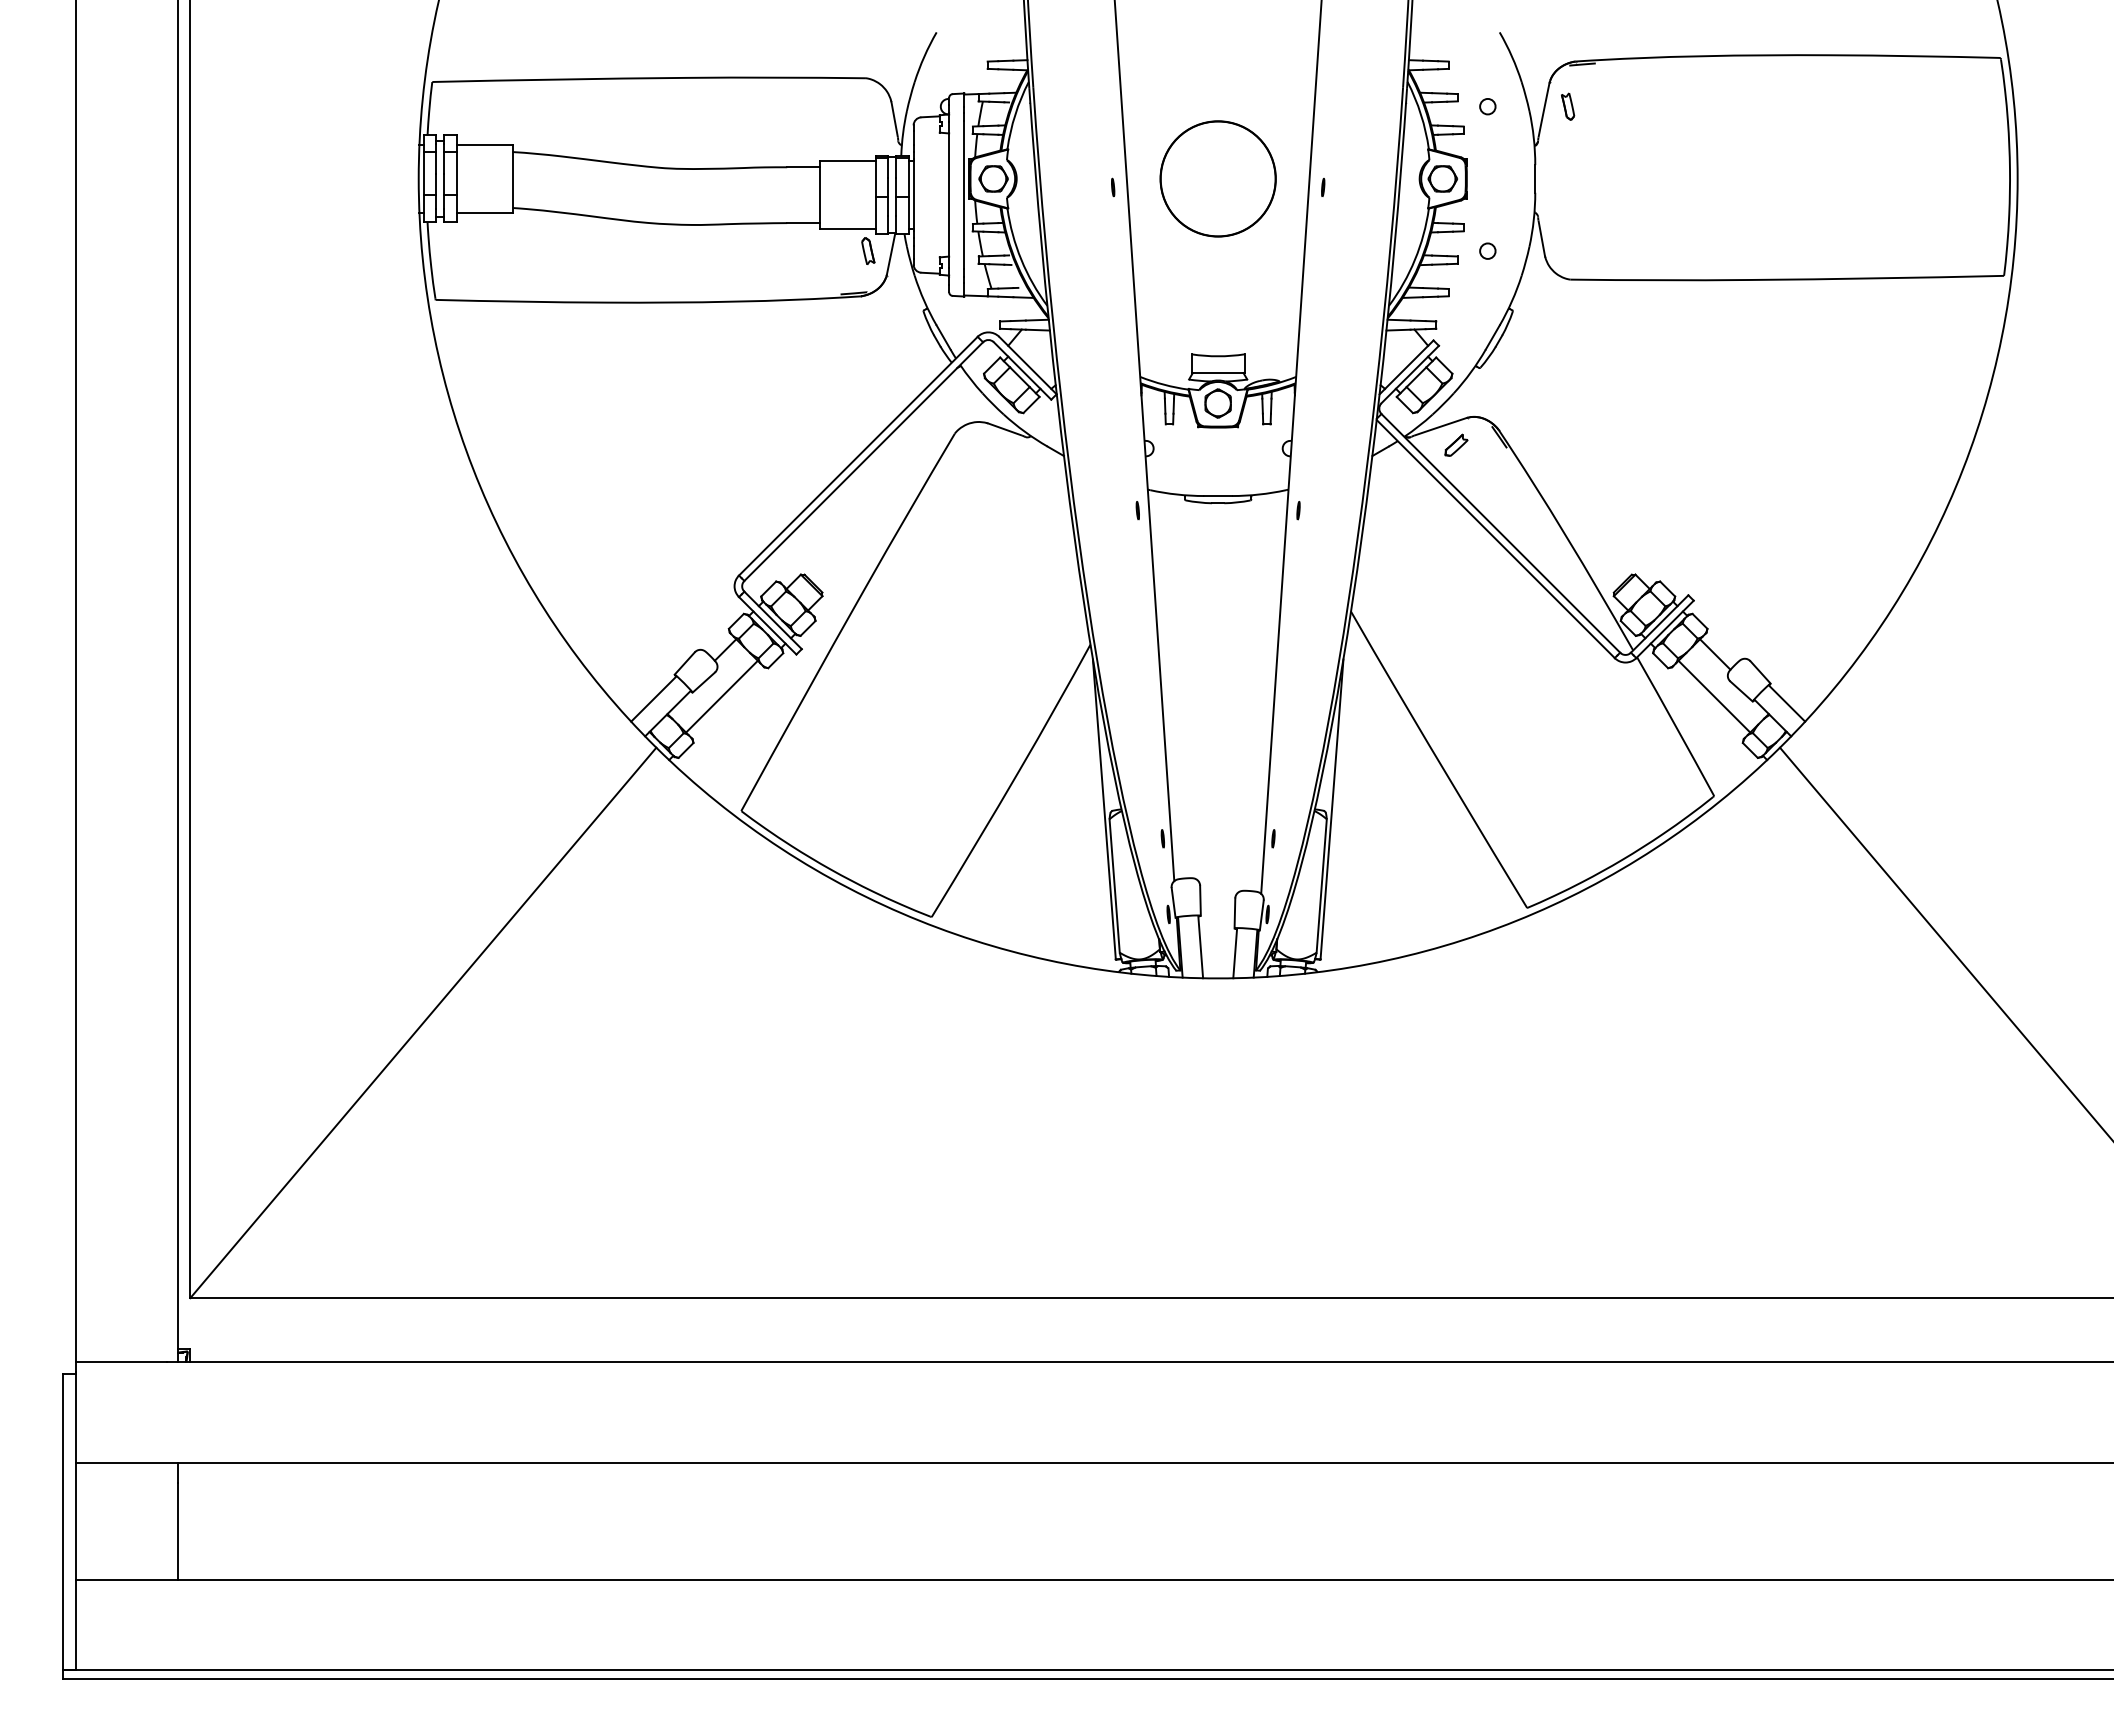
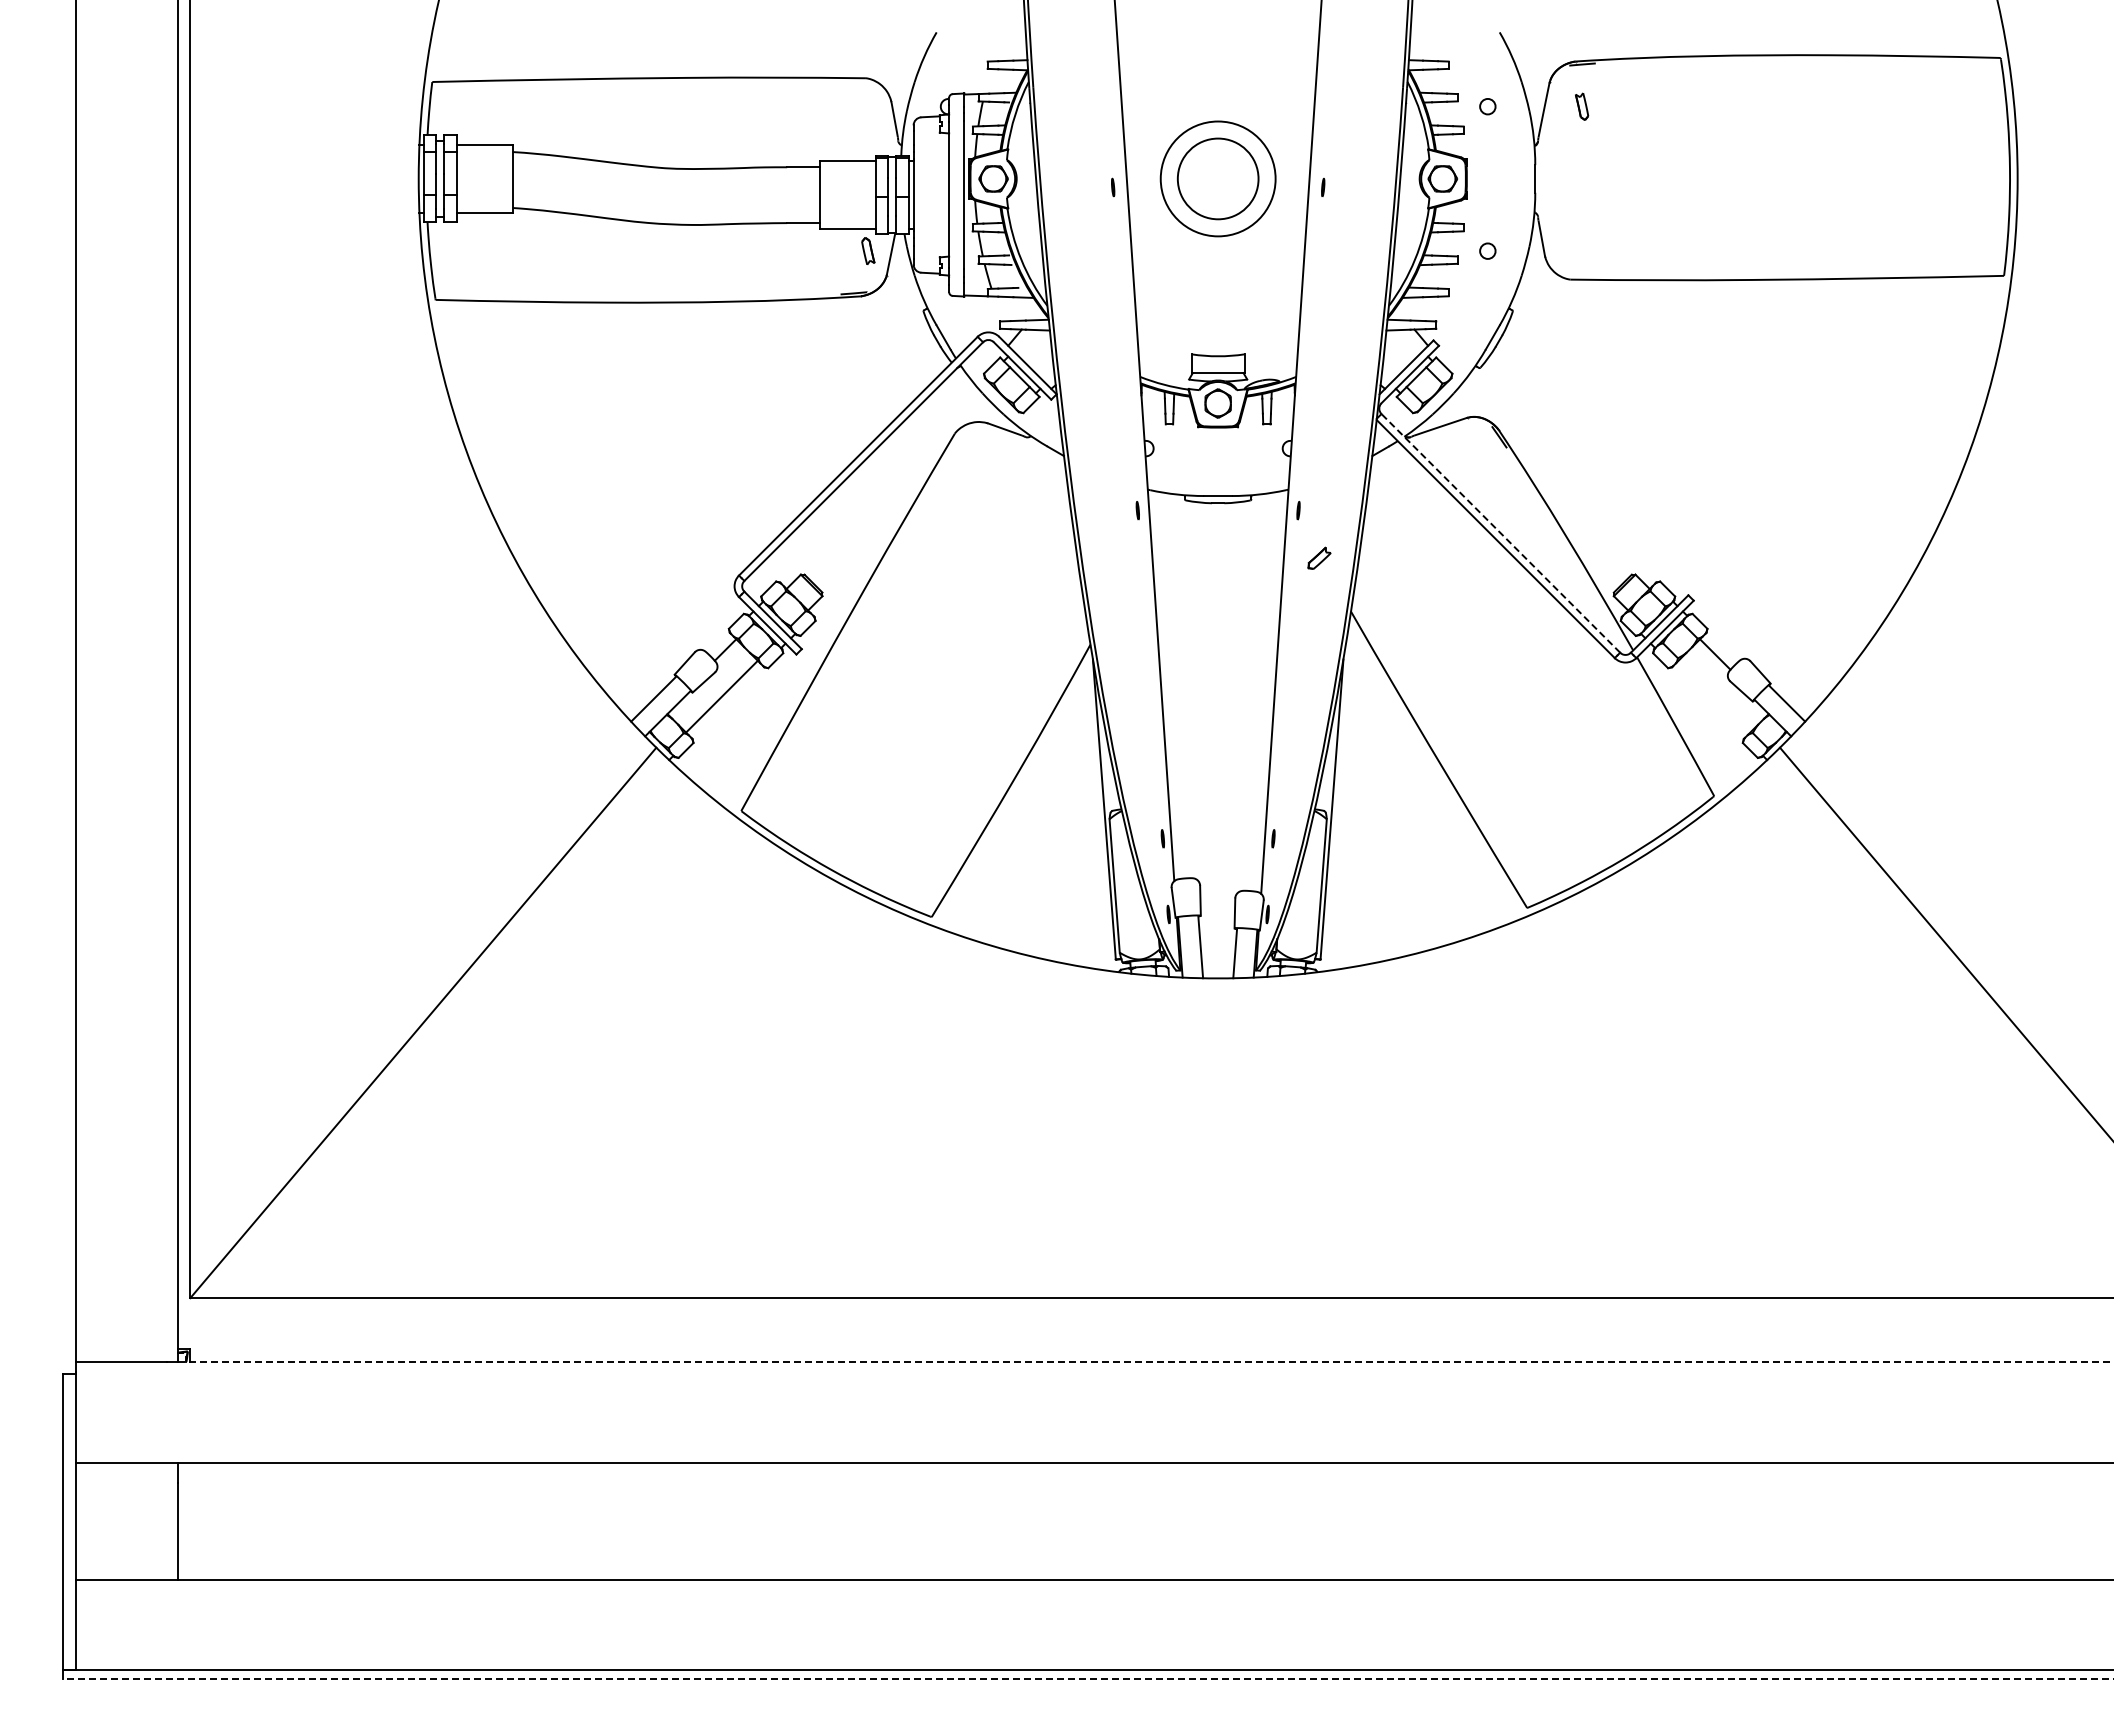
part at (1568, 106) position: (1568, 106) -> (1582, 106)
circle at (1217, 178) diameter: 115 px -> 81 px
part at (1456, 444) position: (1456, 444) -> (1319, 557)
line at (1500, 533): solid -> dashed
line at (1714, 696): present -> none
line at (1146, 1361): solid -> dashed
line at (1088, 1678): solid -> dashed
